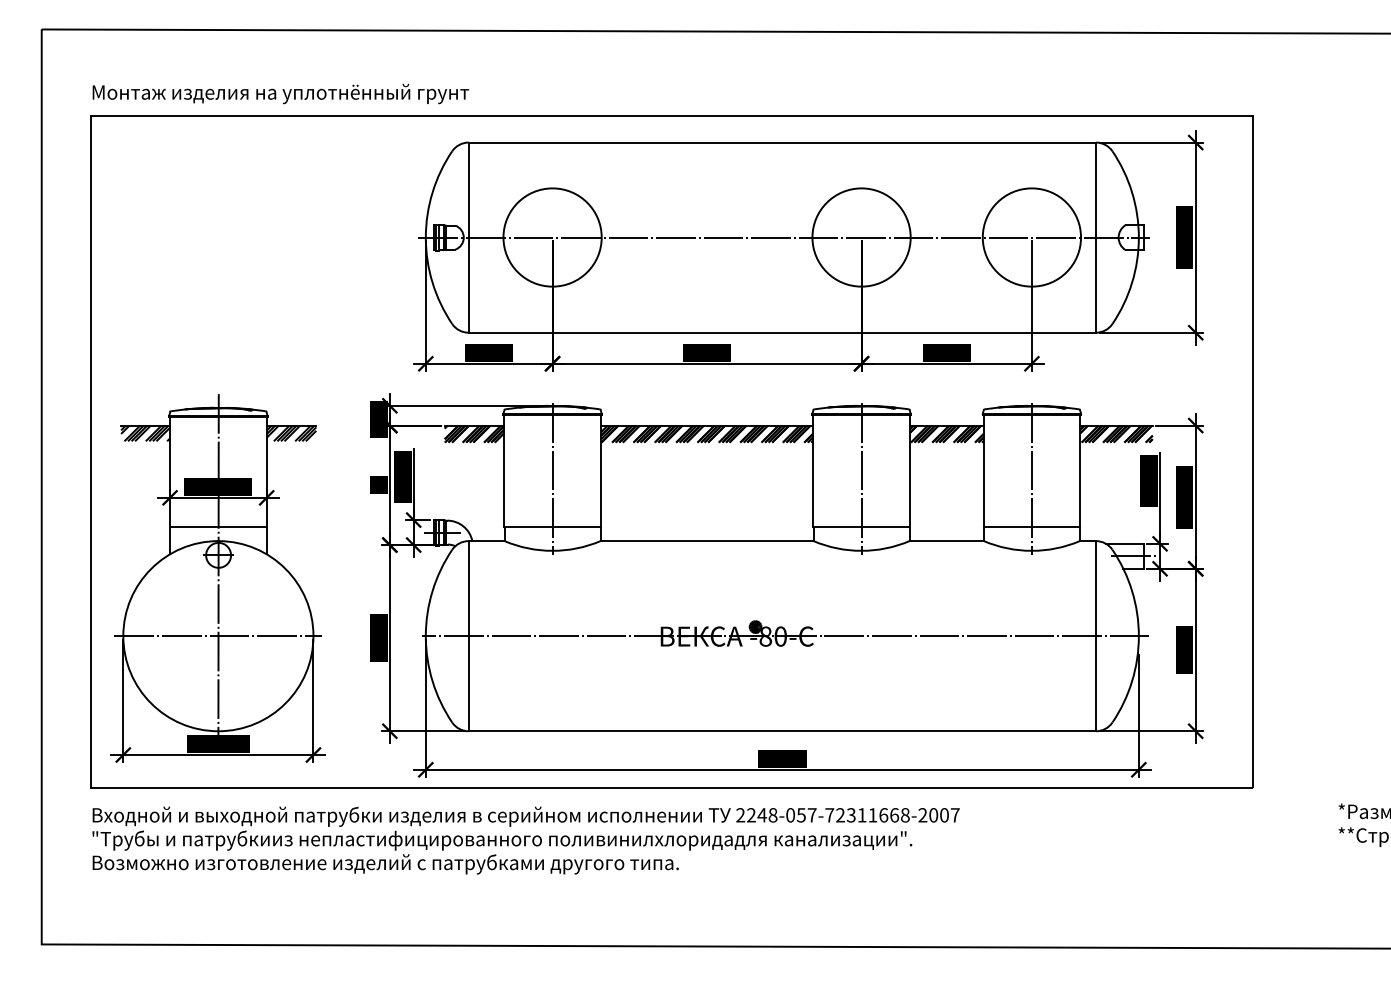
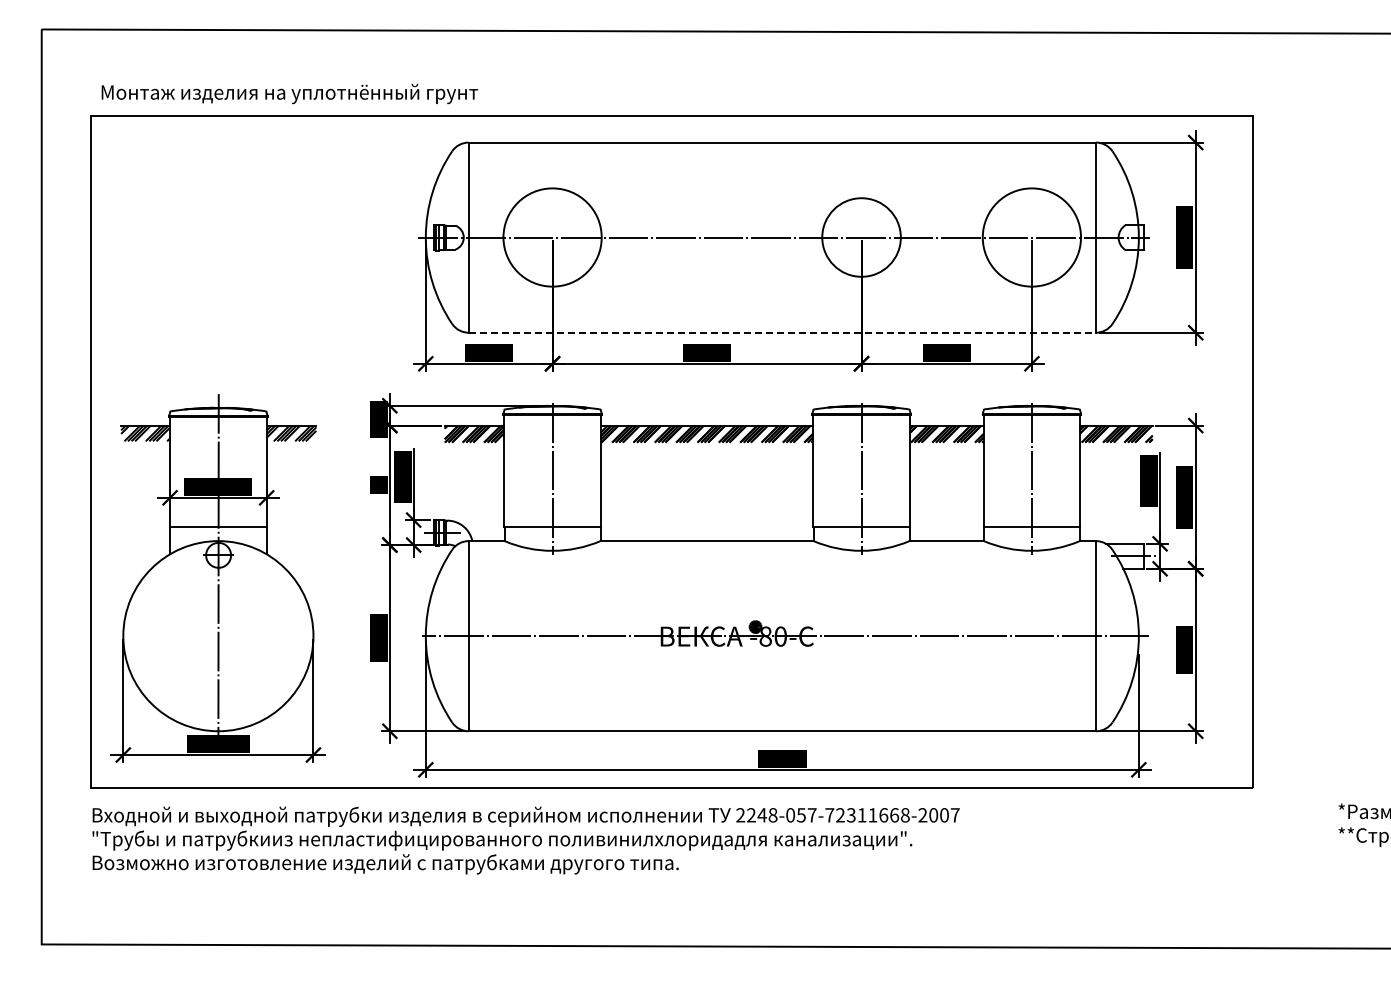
text at (280, 93) position: (280, 93) -> (289, 93)
circle at (861, 237) diameter: 98 px -> 79 px
line at (782, 332): solid -> dashed
line at (218, 636): present -> none
